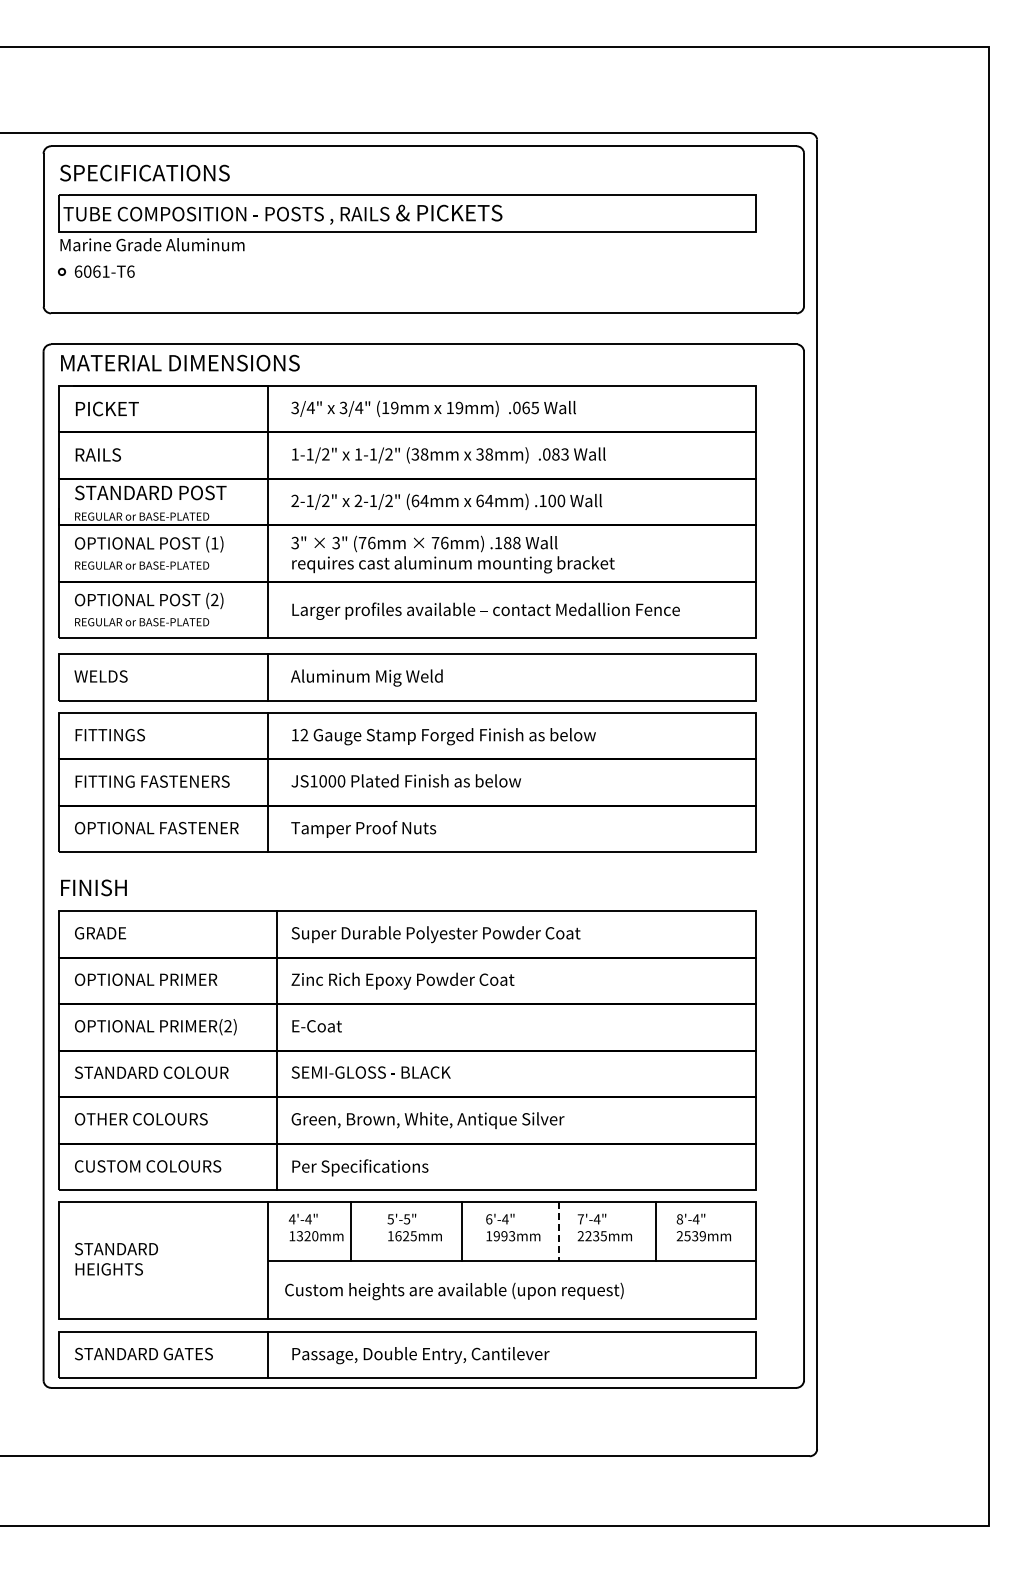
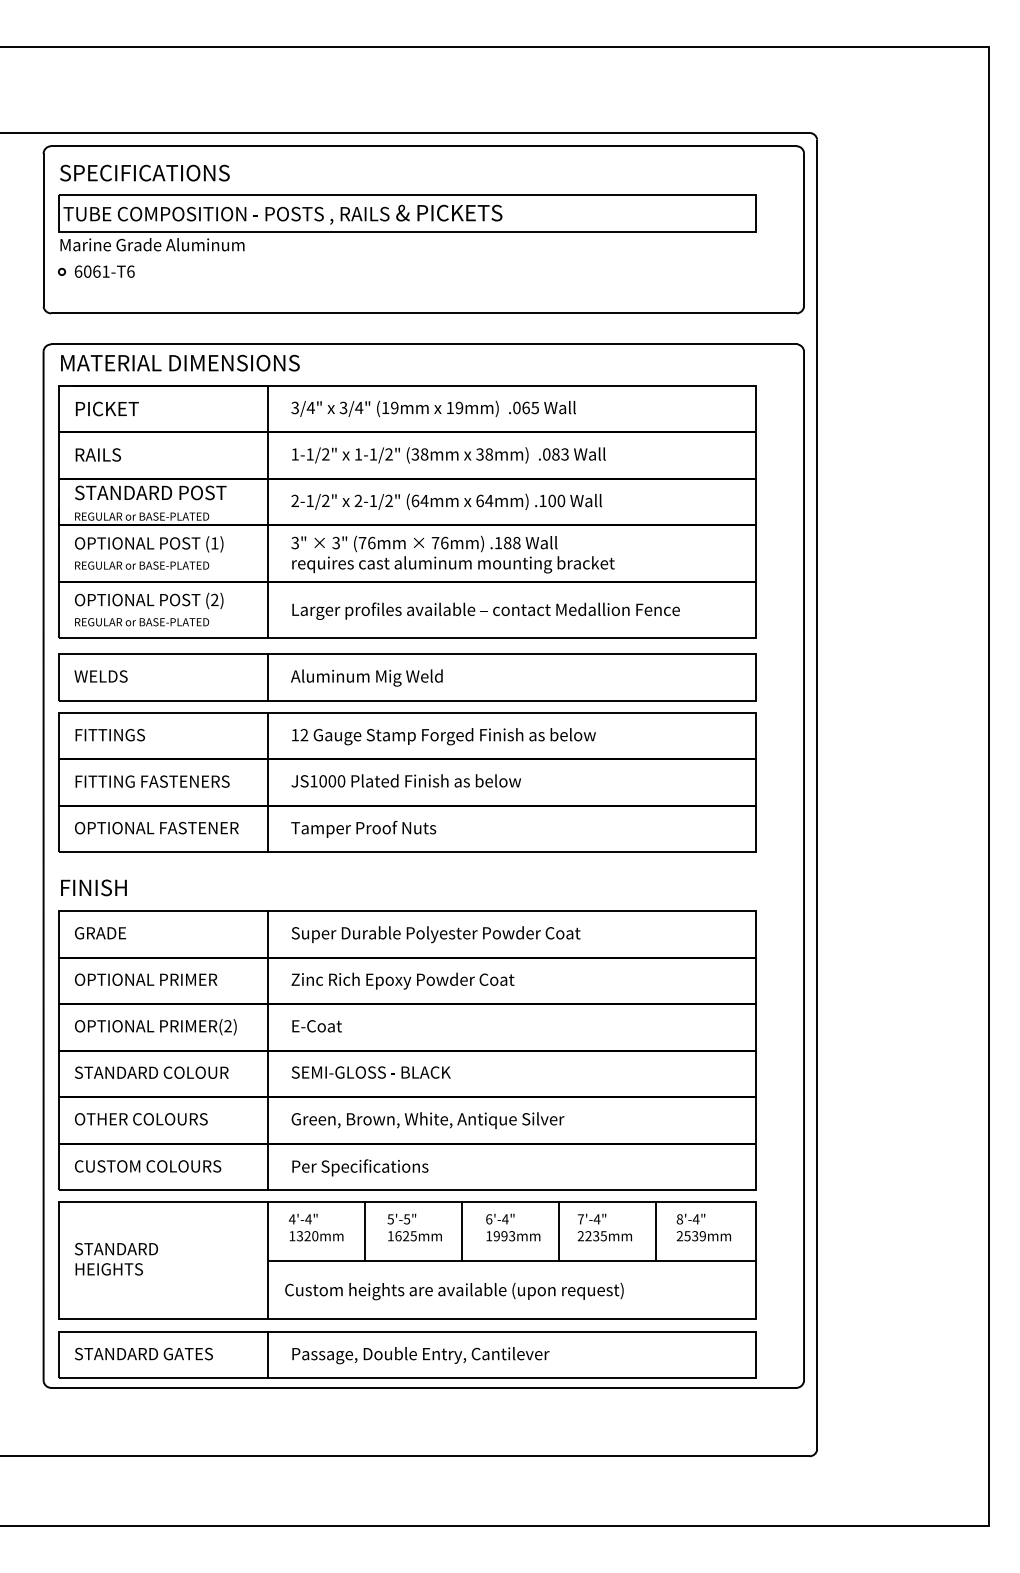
line at (277, 1050) position: (277, 1050) -> (268, 1050)
line at (351, 1231) position: (351, 1231) -> (365, 1231)
line at (559, 1231): dashed -> solid
